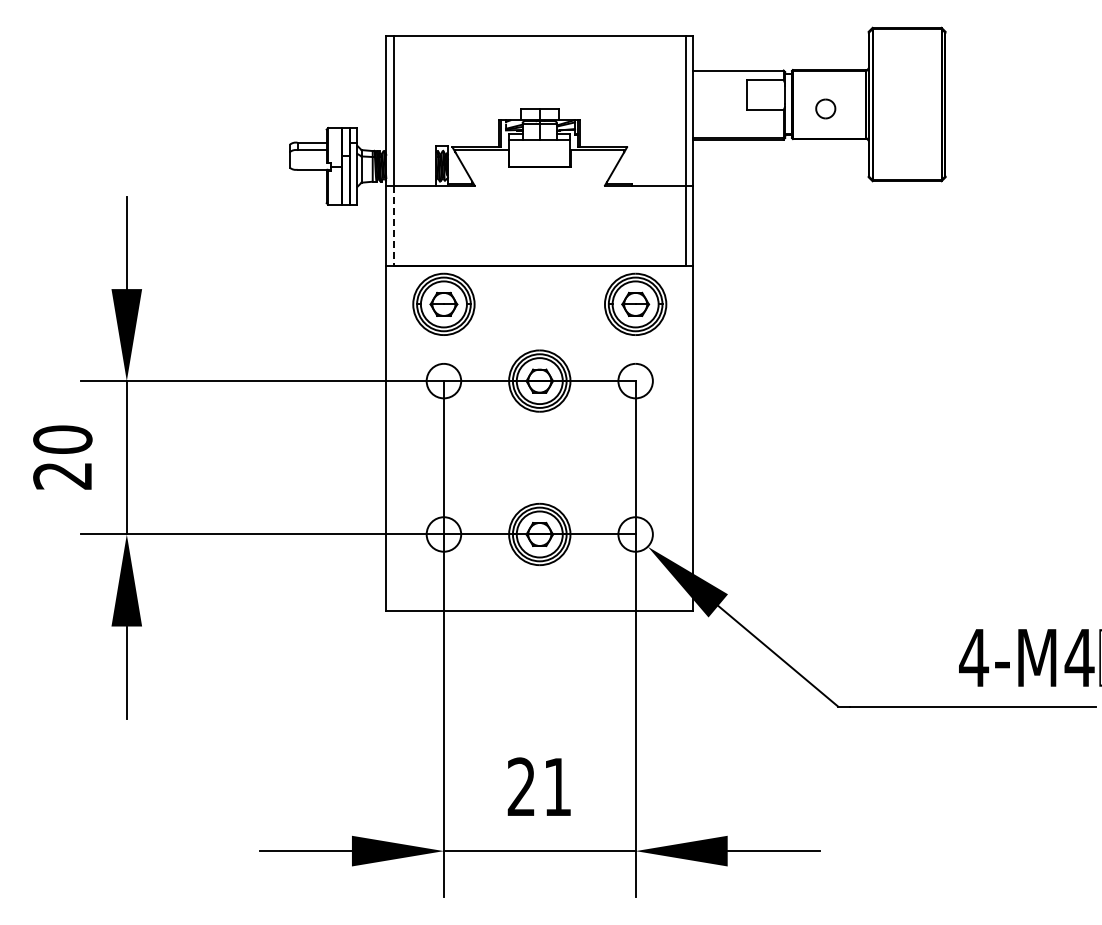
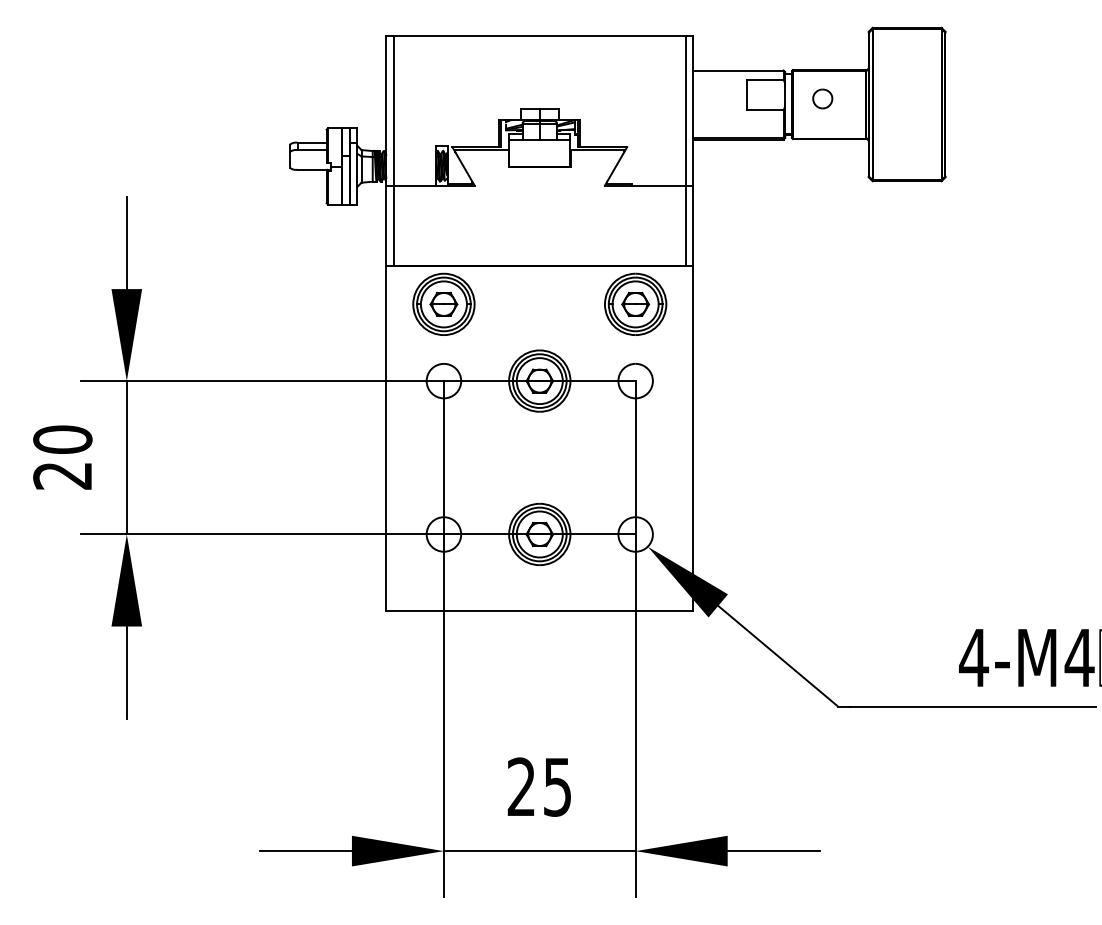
part at (825, 108) position: (825, 108) -> (822, 98)
line at (394, 226): dashed -> solid
text at (557, 787): 21 -> 25
